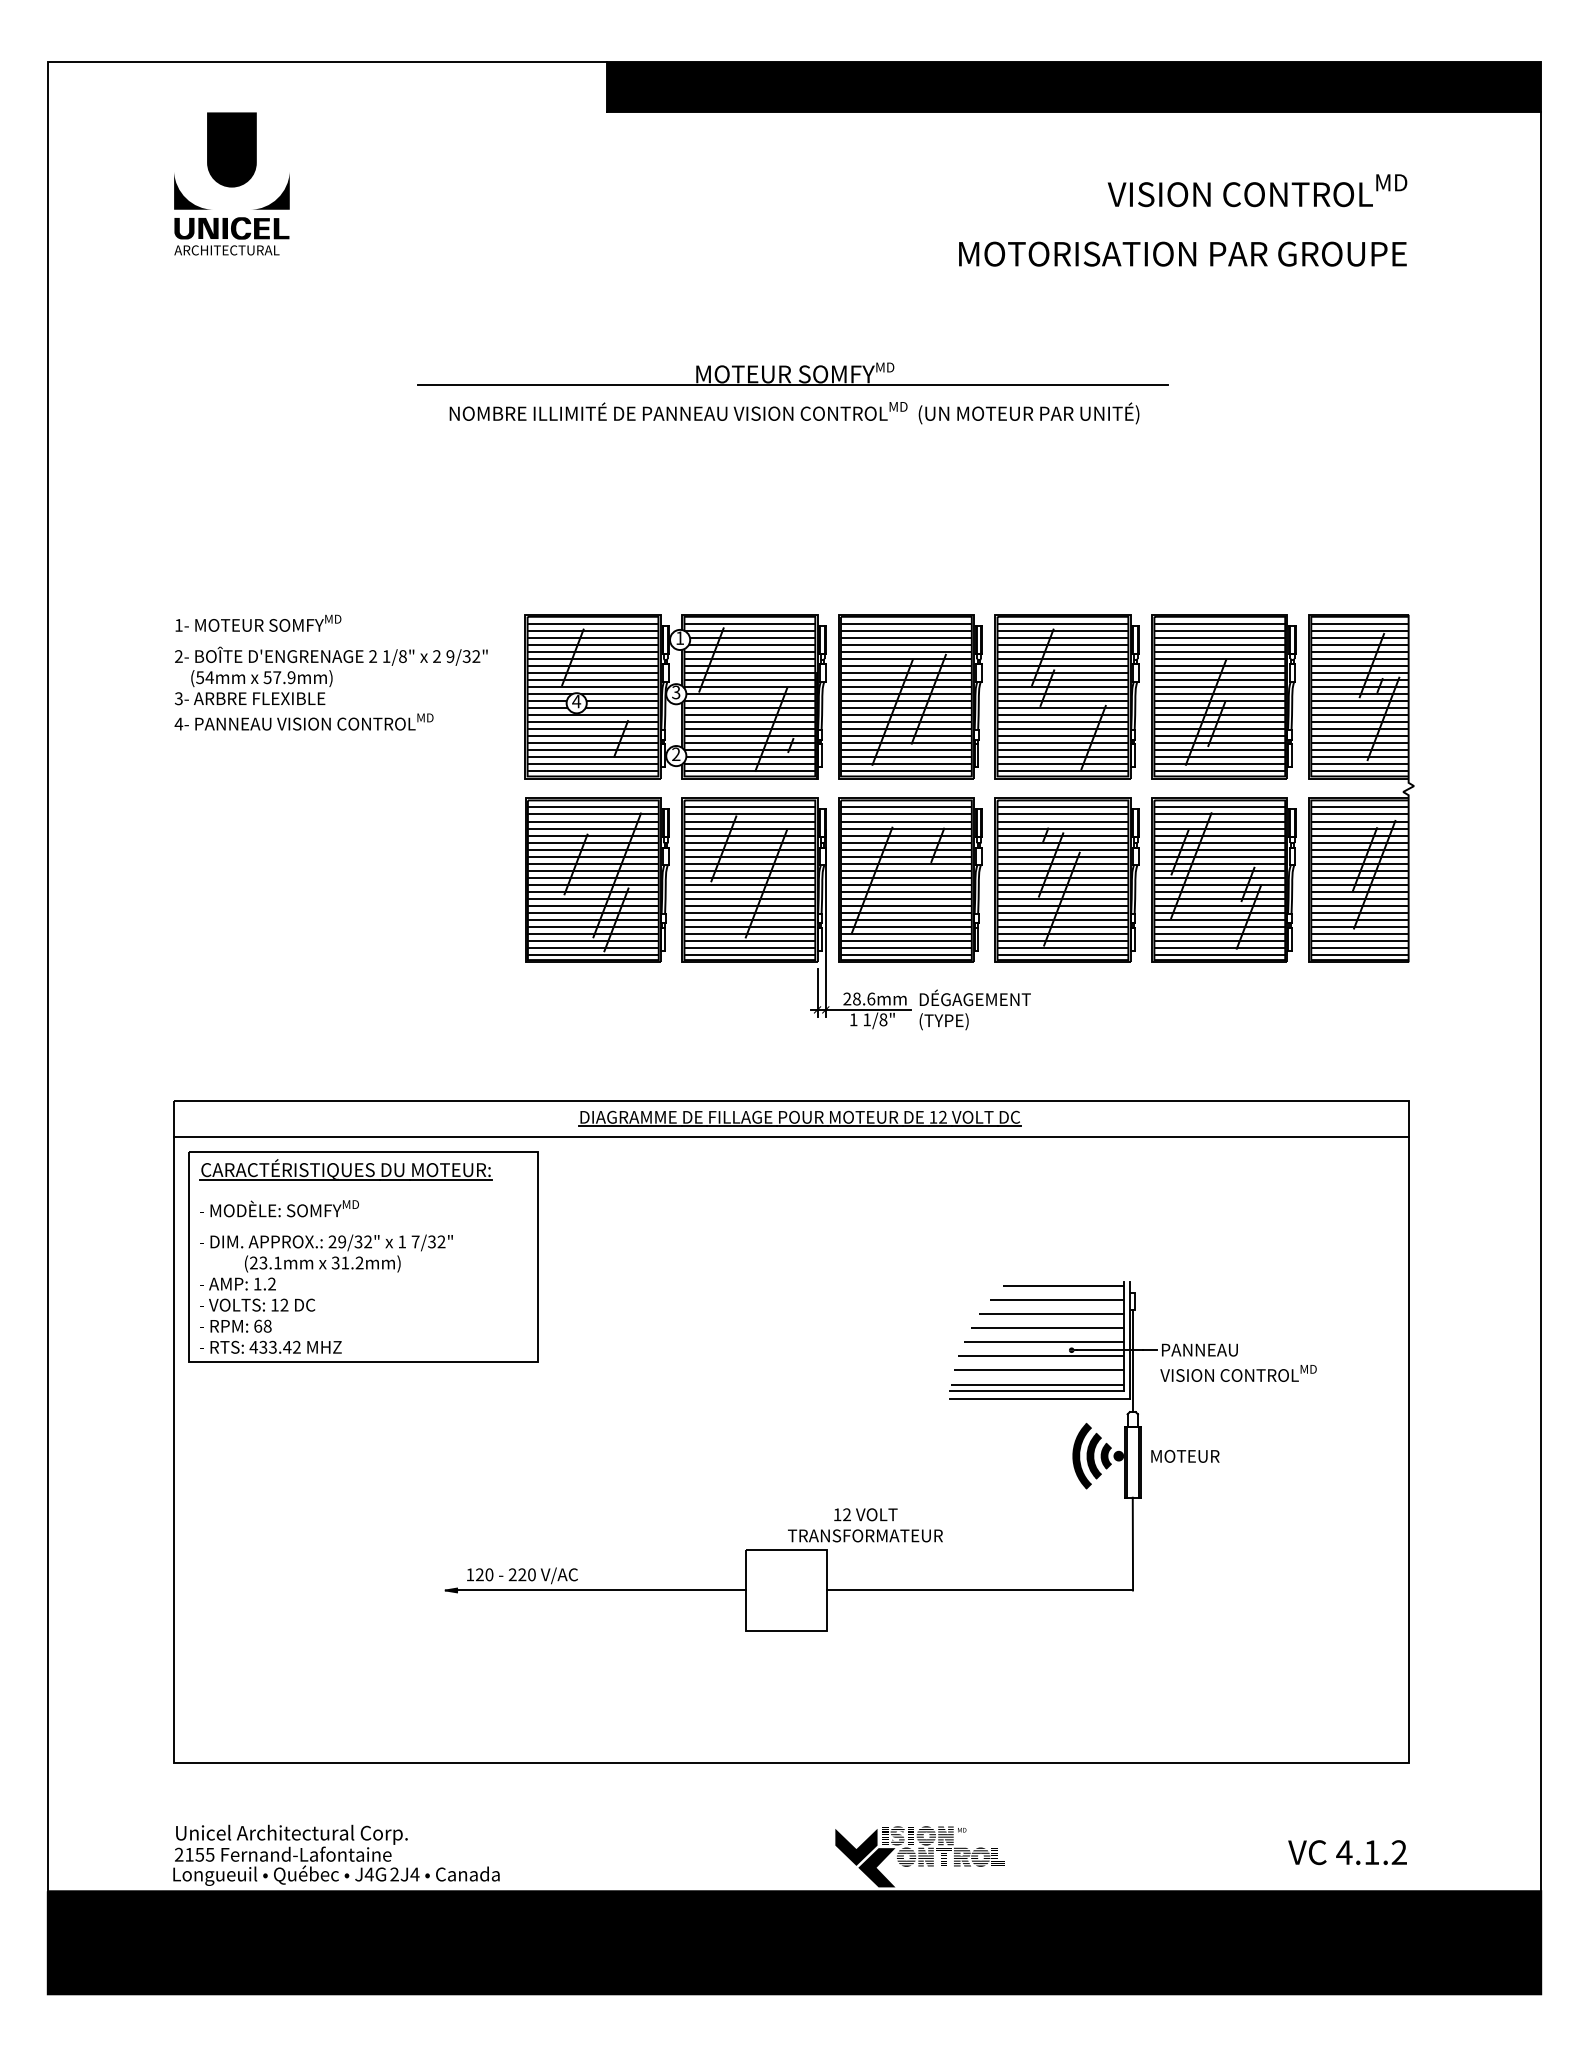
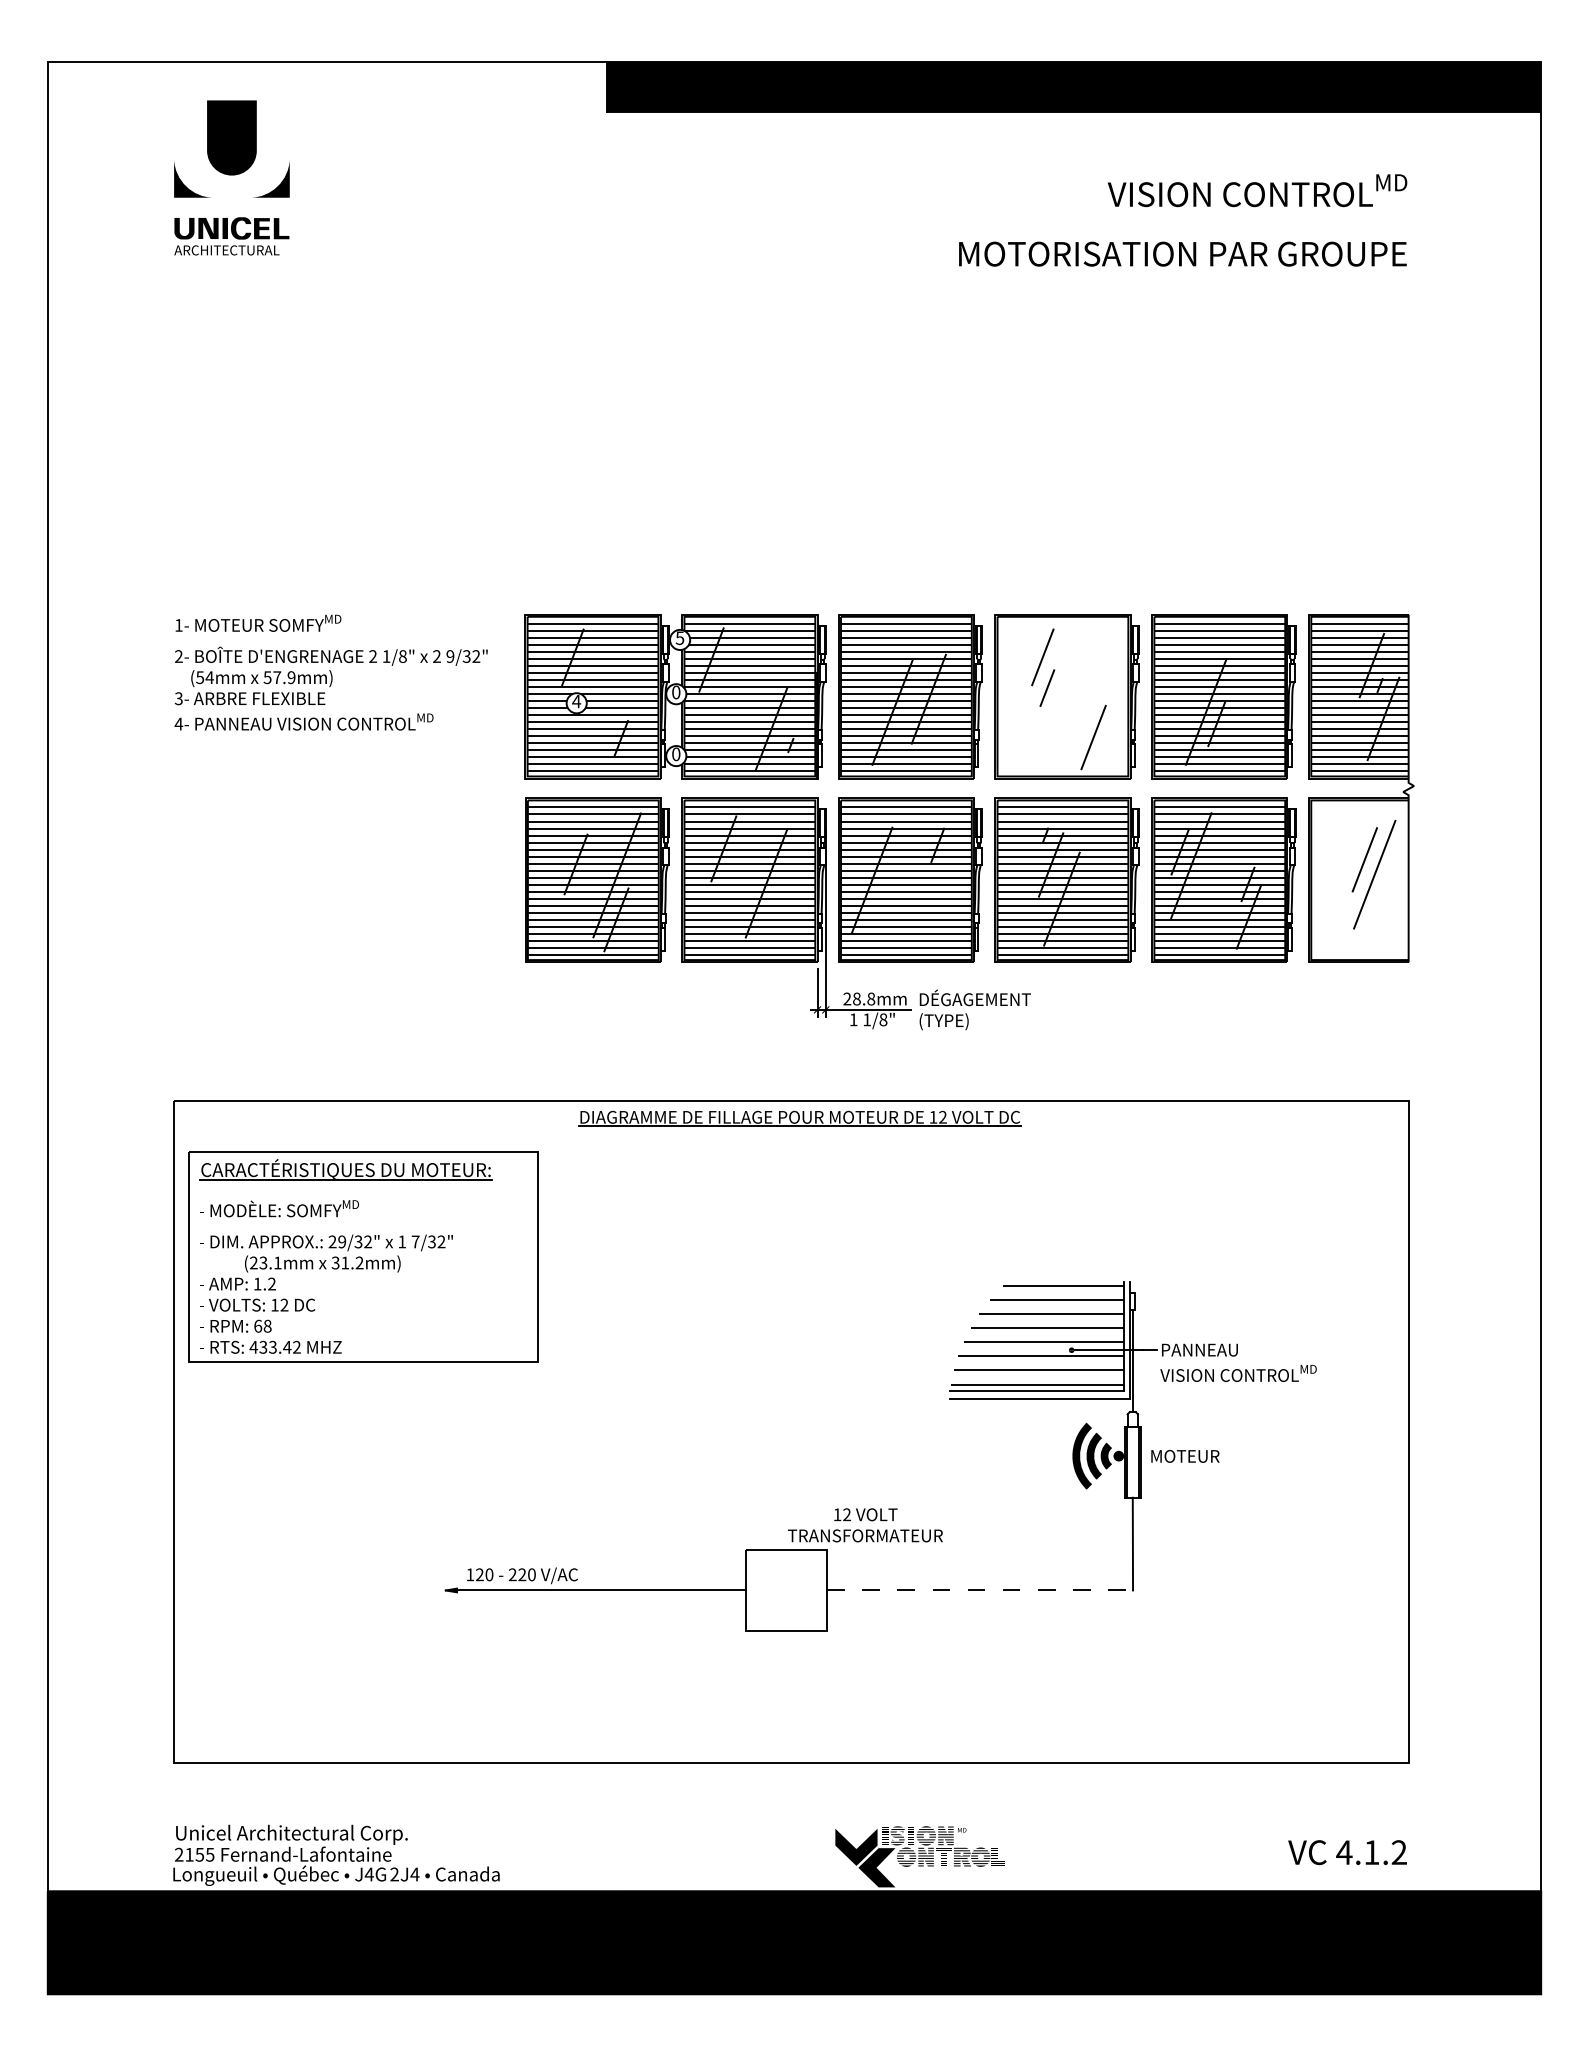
part at (231, 160) position: (231, 160) -> (231, 148)
part at (792, 385): present -> none
text at (679, 637): 1 -> 5
text at (676, 692): 3 -> 0
hatch at (1062, 697): present -> none
text at (676, 754): 2 -> 0
hatch at (1359, 881): present -> none
text at (871, 998): 28.6mm -> 28.8mm
line at (791, 1136): present -> none
line at (980, 1590): solid -> dashed
